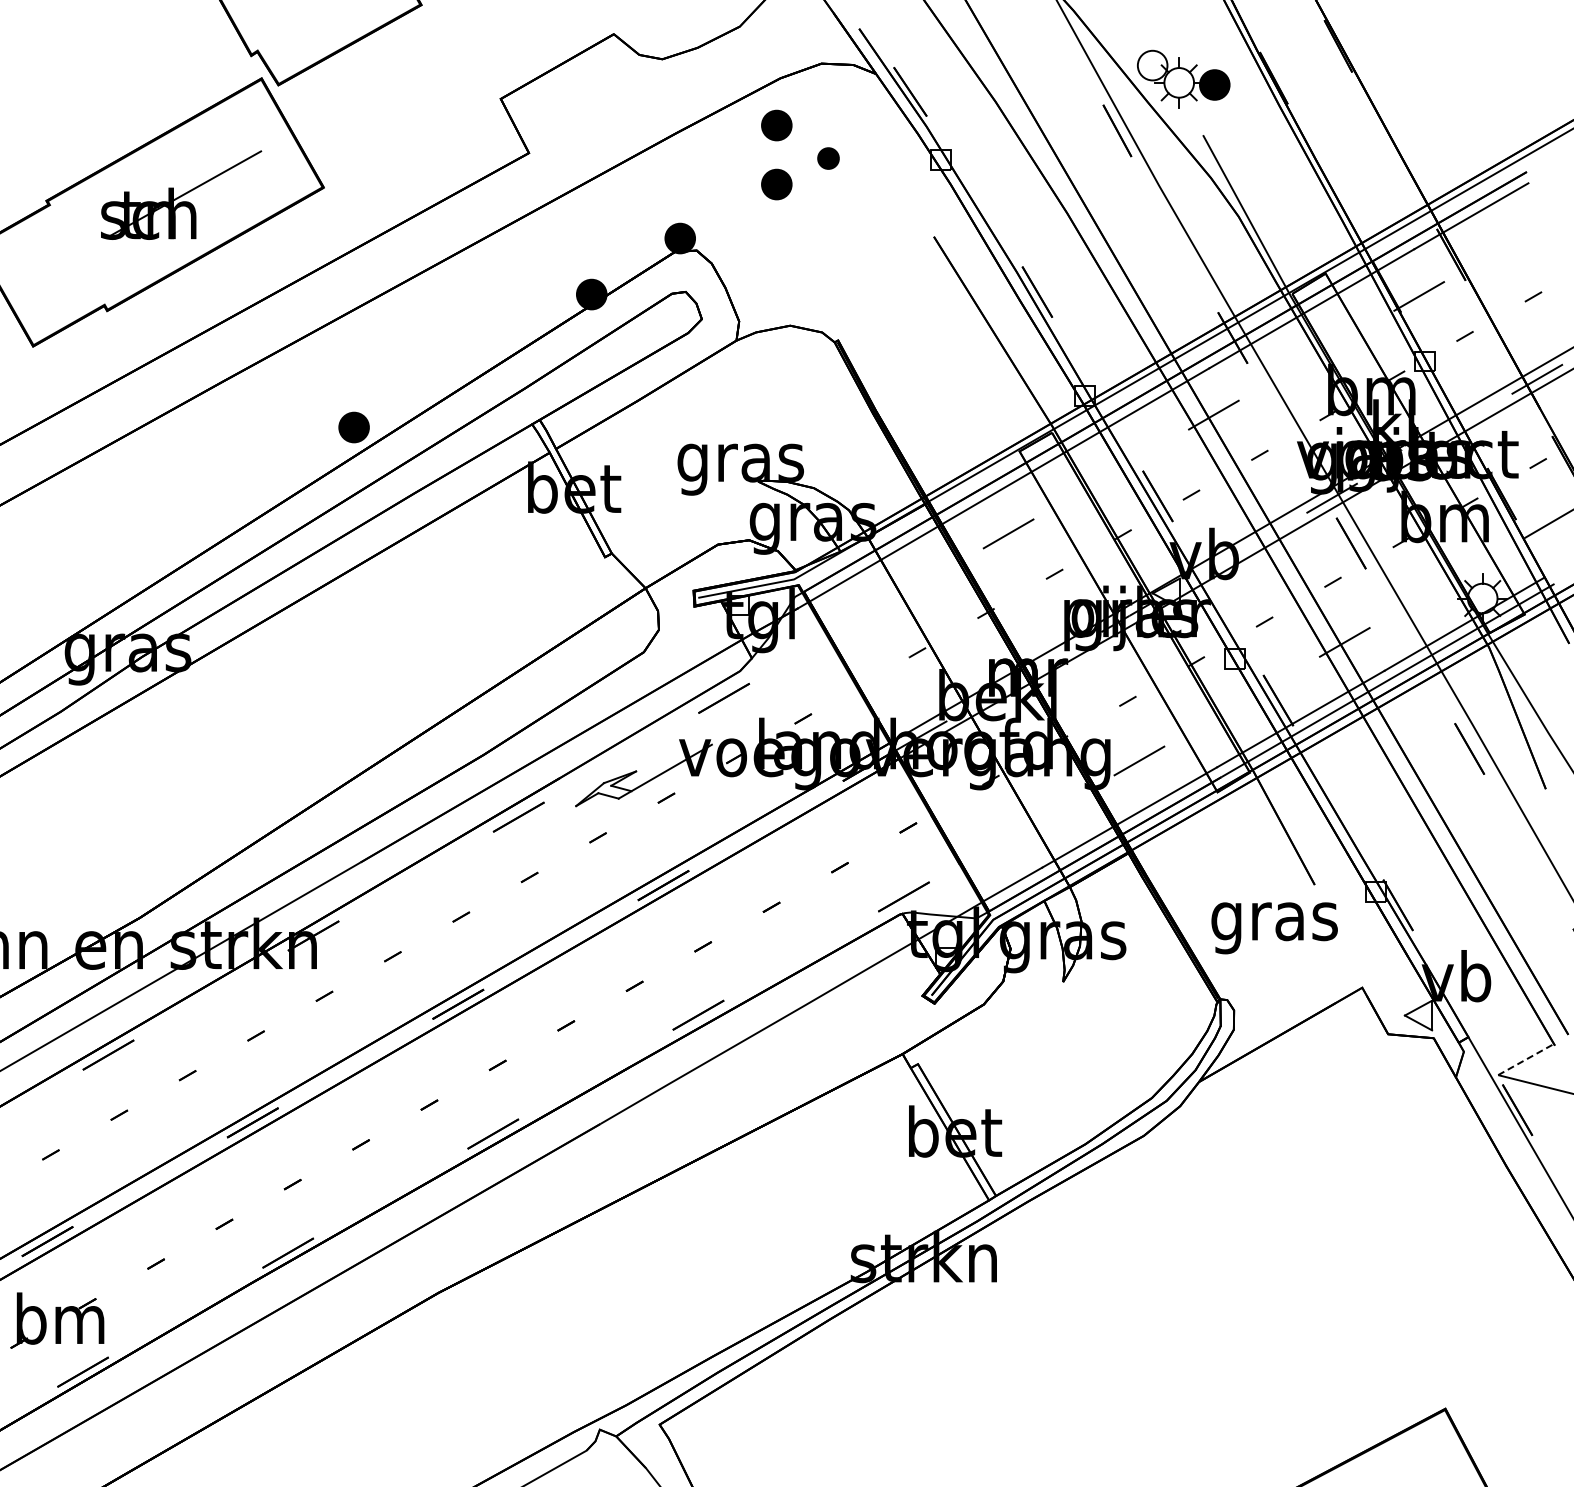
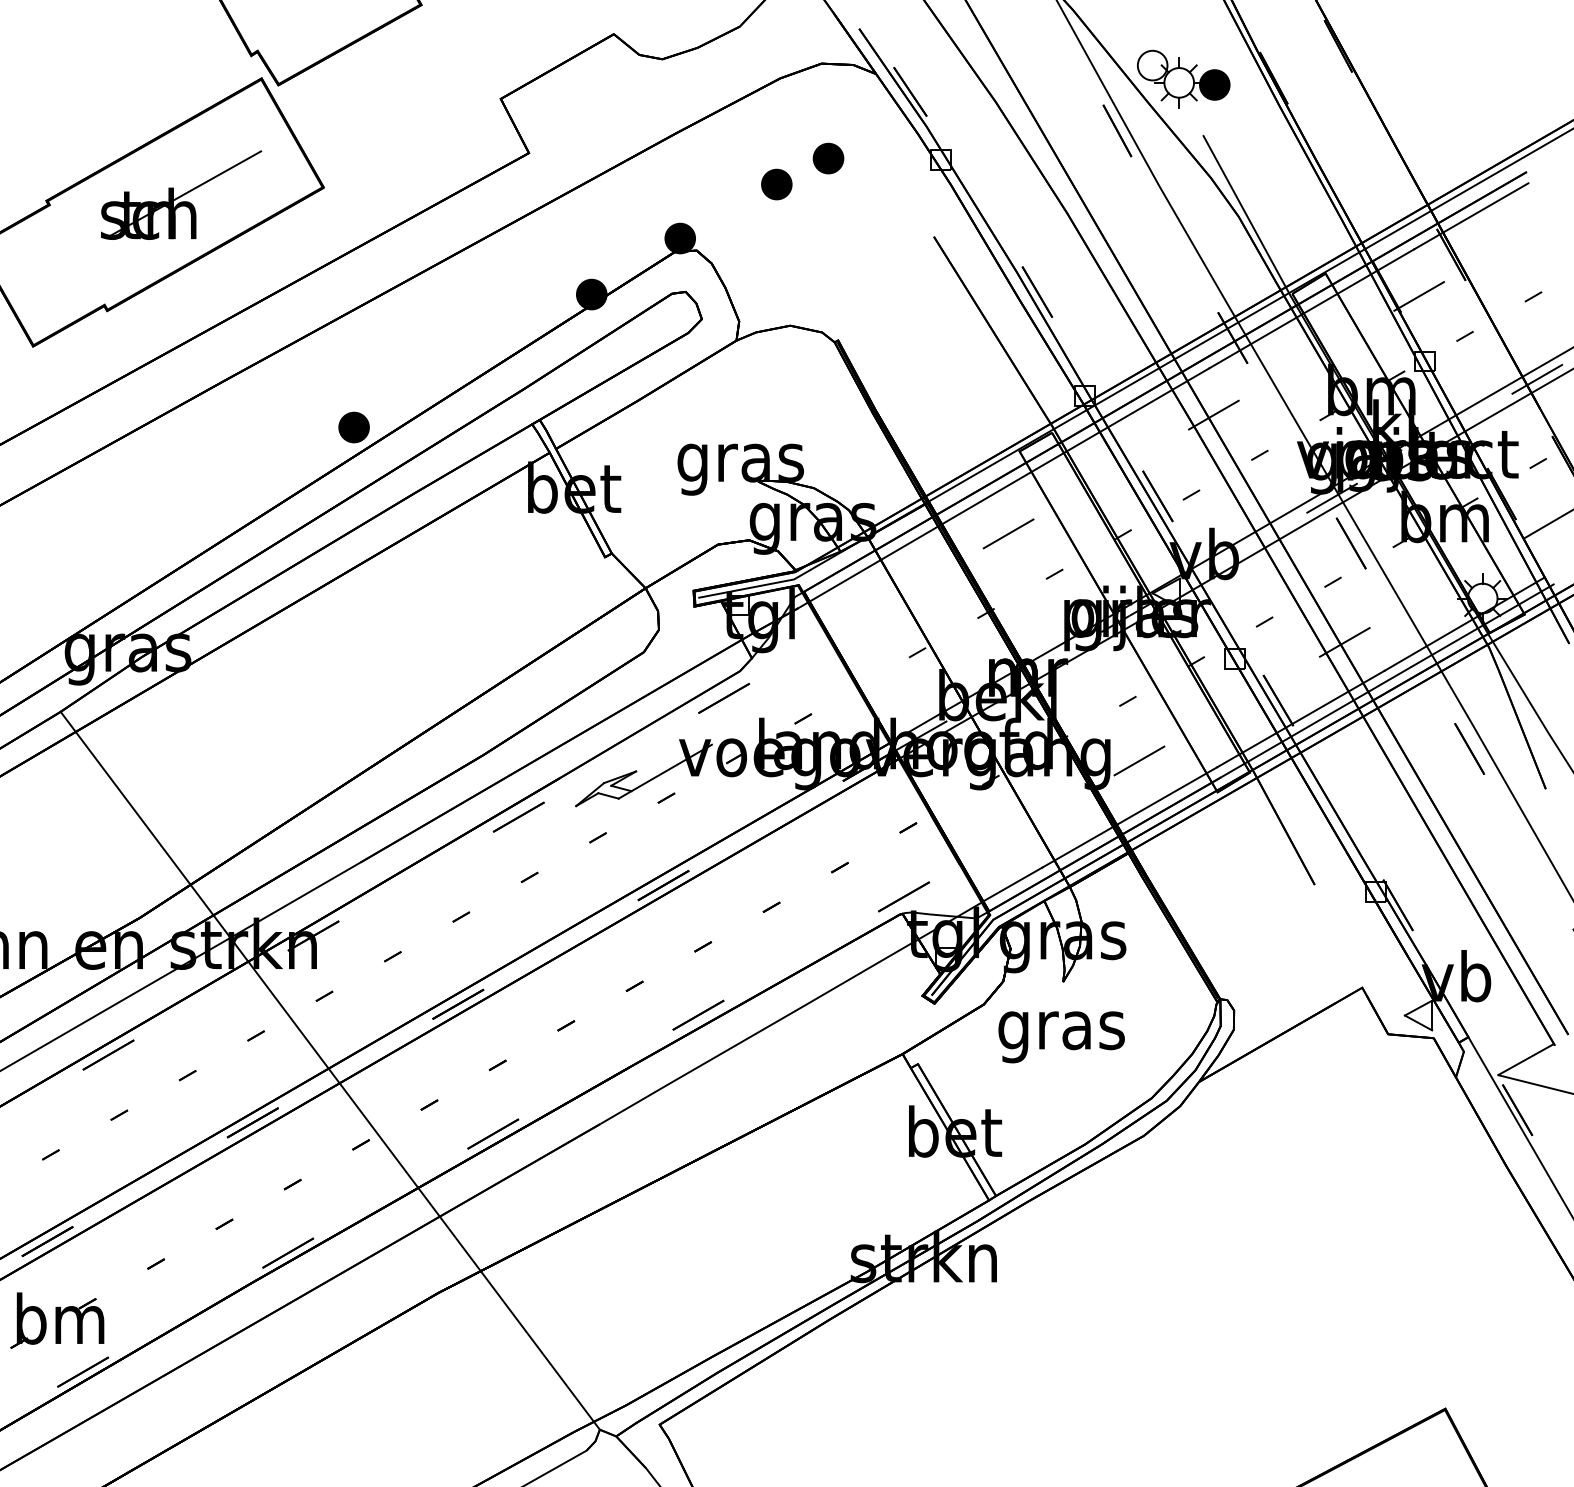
part at (776, 125): present -> none
part at (828, 158) size: 23x23 px -> 33x33 px
text at (1274, 928) position: (1274, 928) -> (1061, 1037)
line at (1525, 1059): dashed -> solid
line at (329, 1070): none -> present
